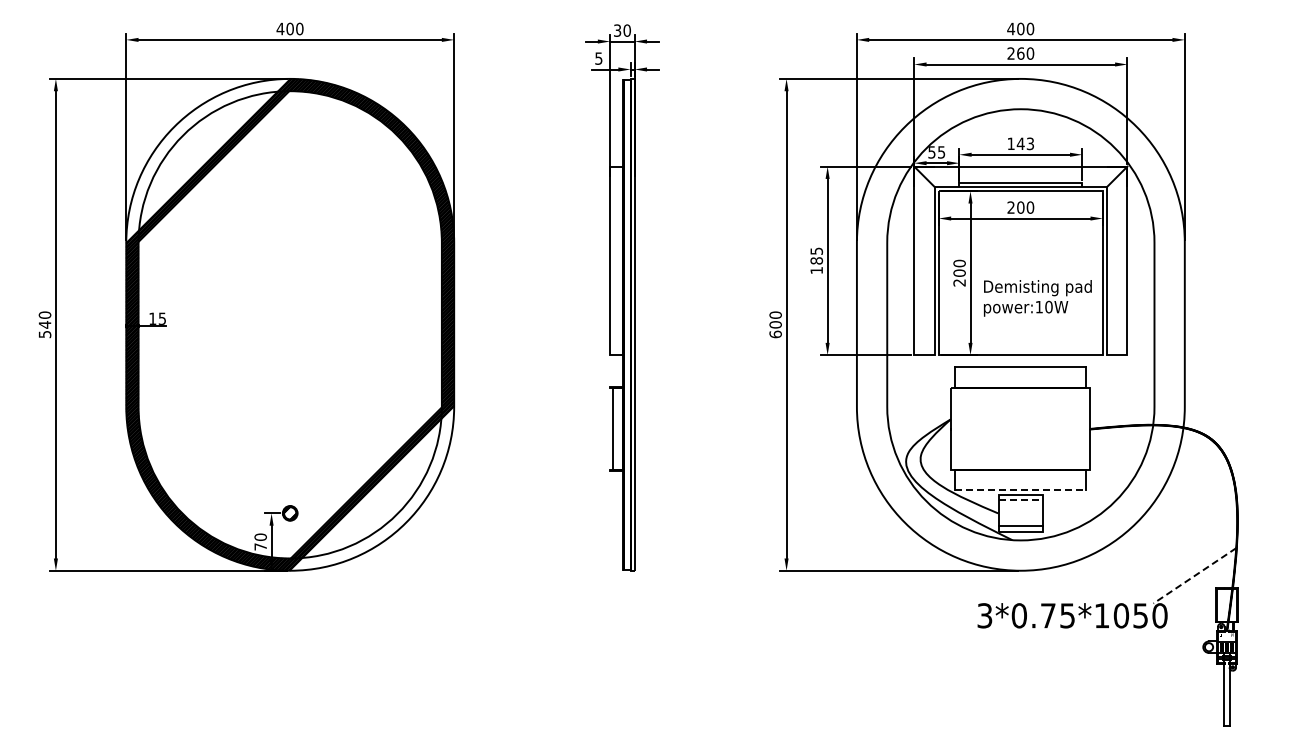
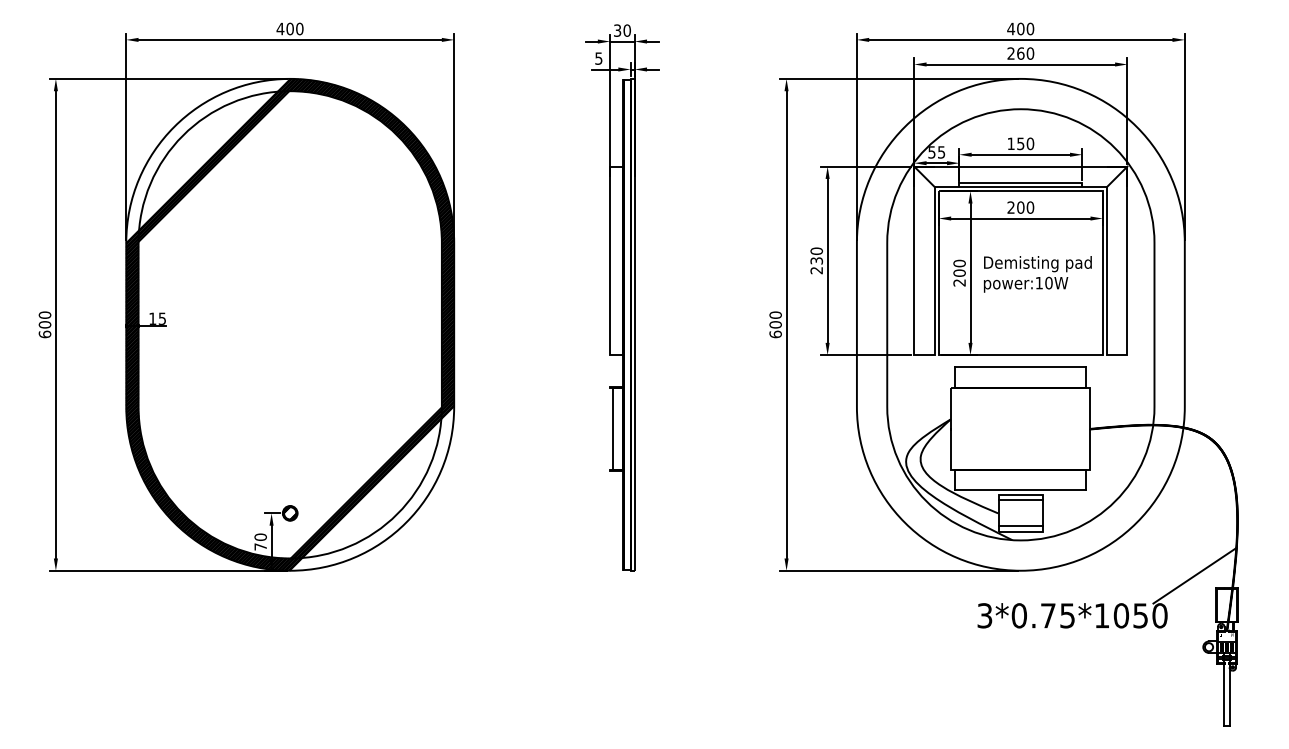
text at (1025, 143): 143 -> 150
text at (816, 260): 185 -> 230
text at (1037, 298) position: (1037, 298) -> (1037, 274)
text at (44, 329): 540 -> 600
line at (1020, 490): dashed -> solid
line at (1020, 500): dashed -> solid
line at (1194, 575): dashed -> solid
